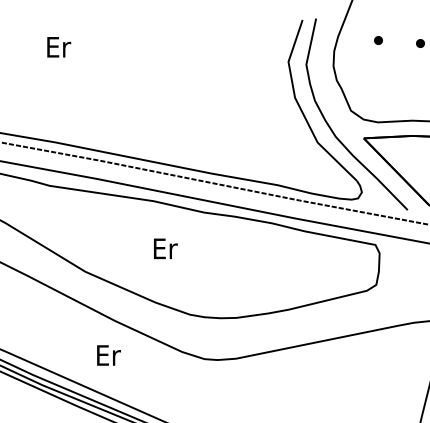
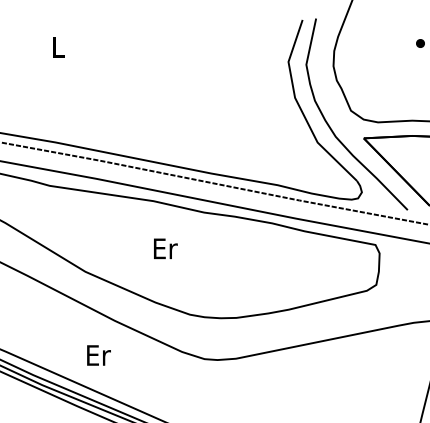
part at (378, 40): present -> none
text at (59, 47): Er -> L
text at (108, 355) position: (108, 355) -> (98, 355)
